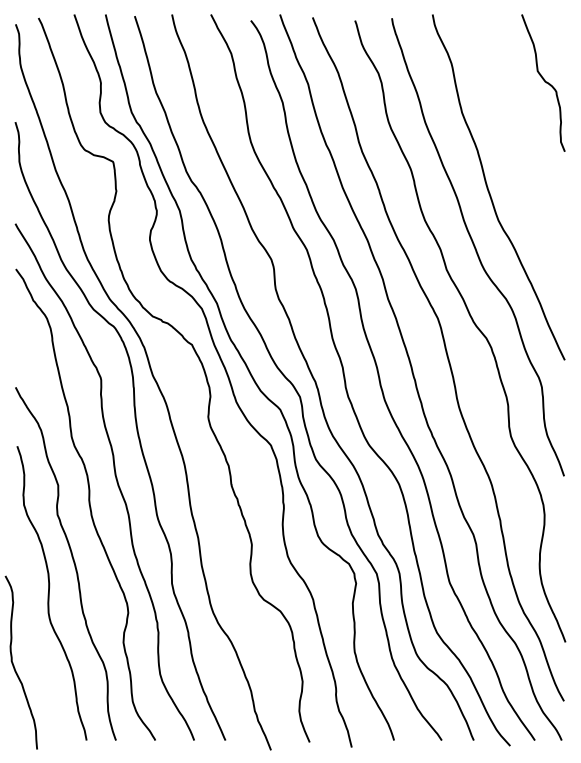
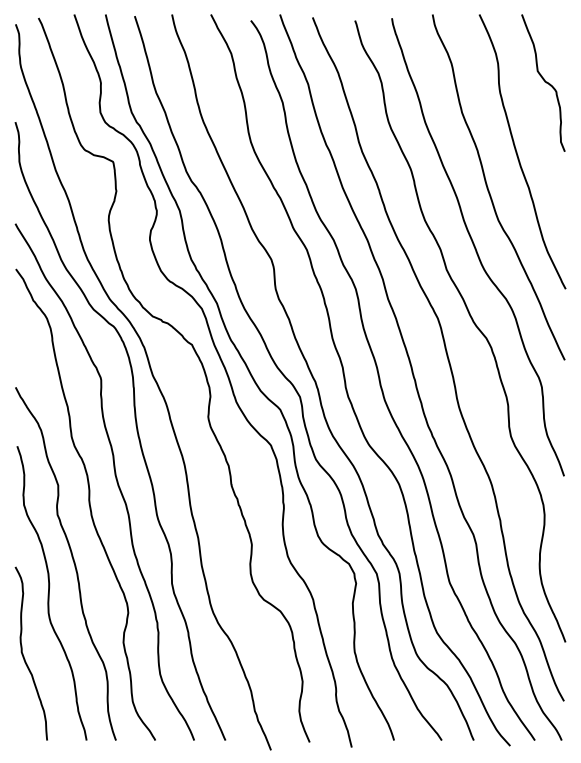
curve at (517, 151): none -> present
curve at (14, 665) position: (14, 665) -> (24, 656)
